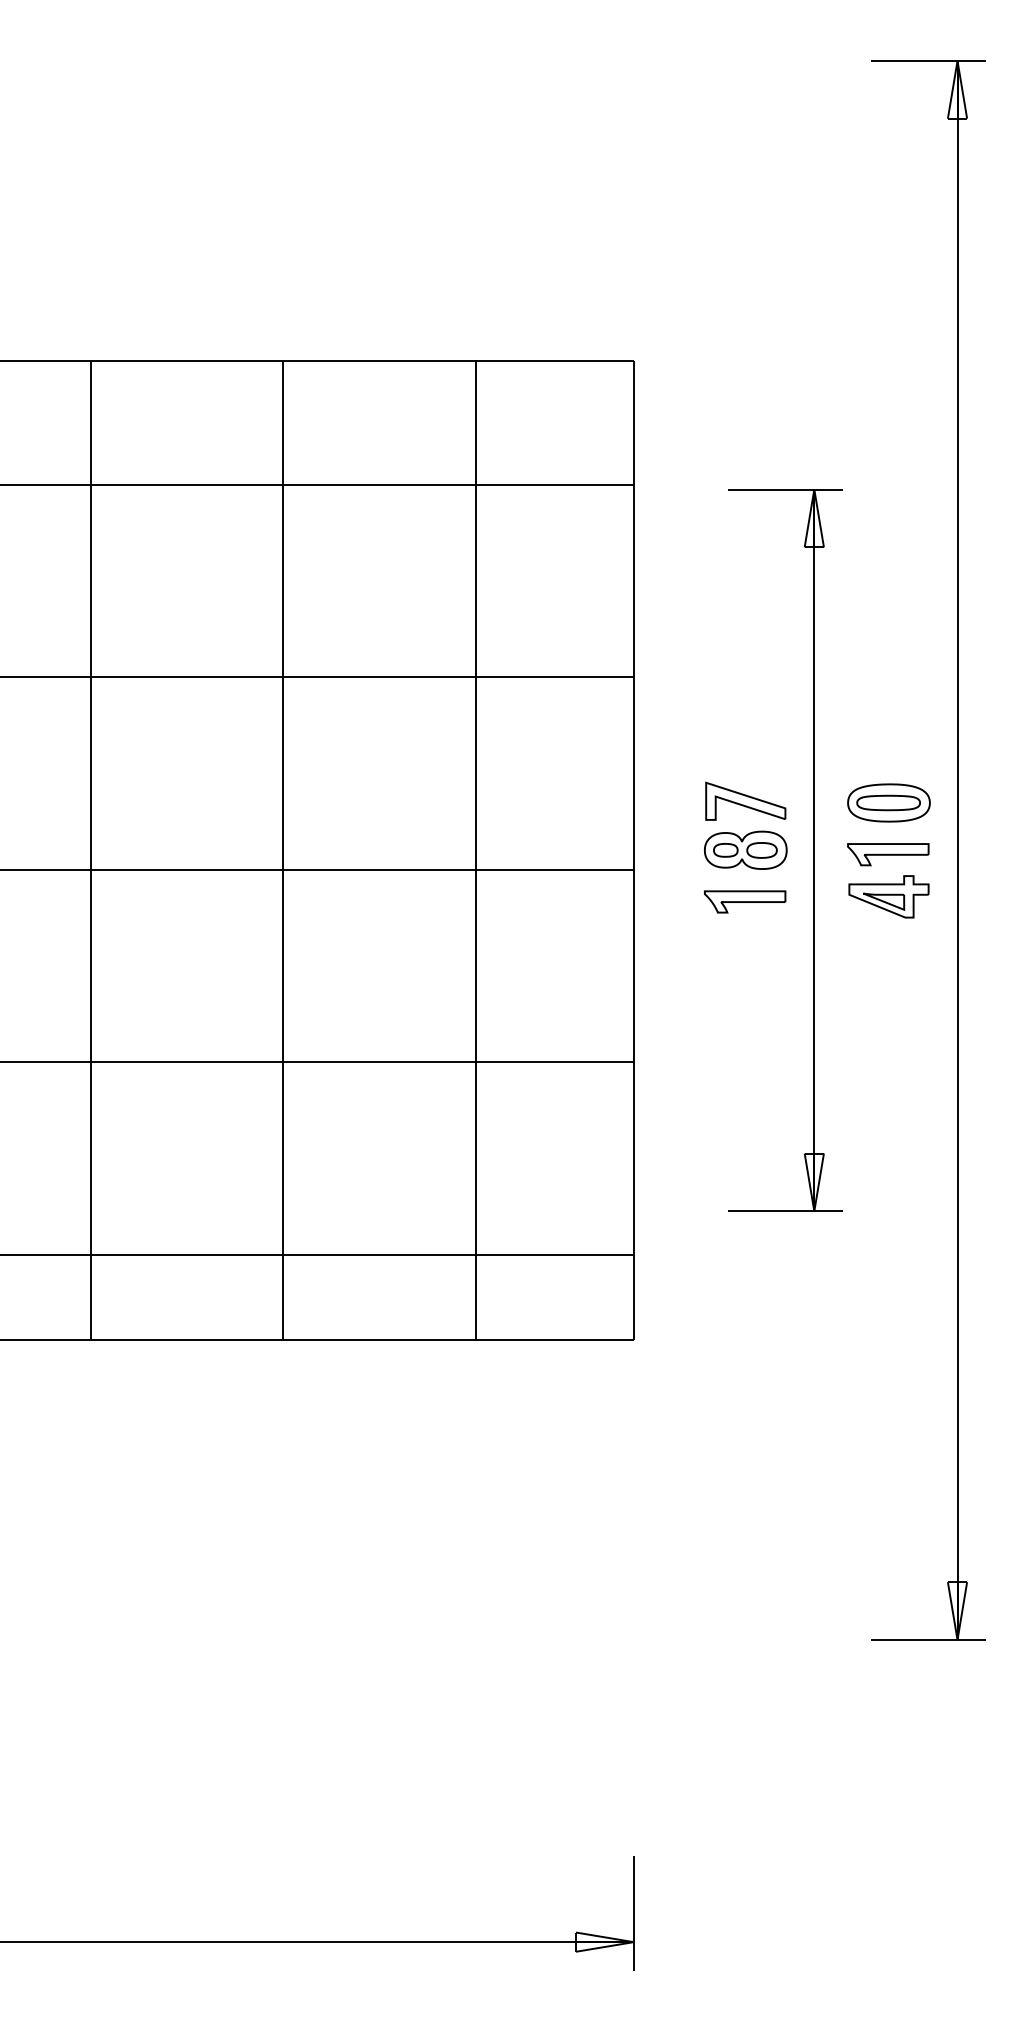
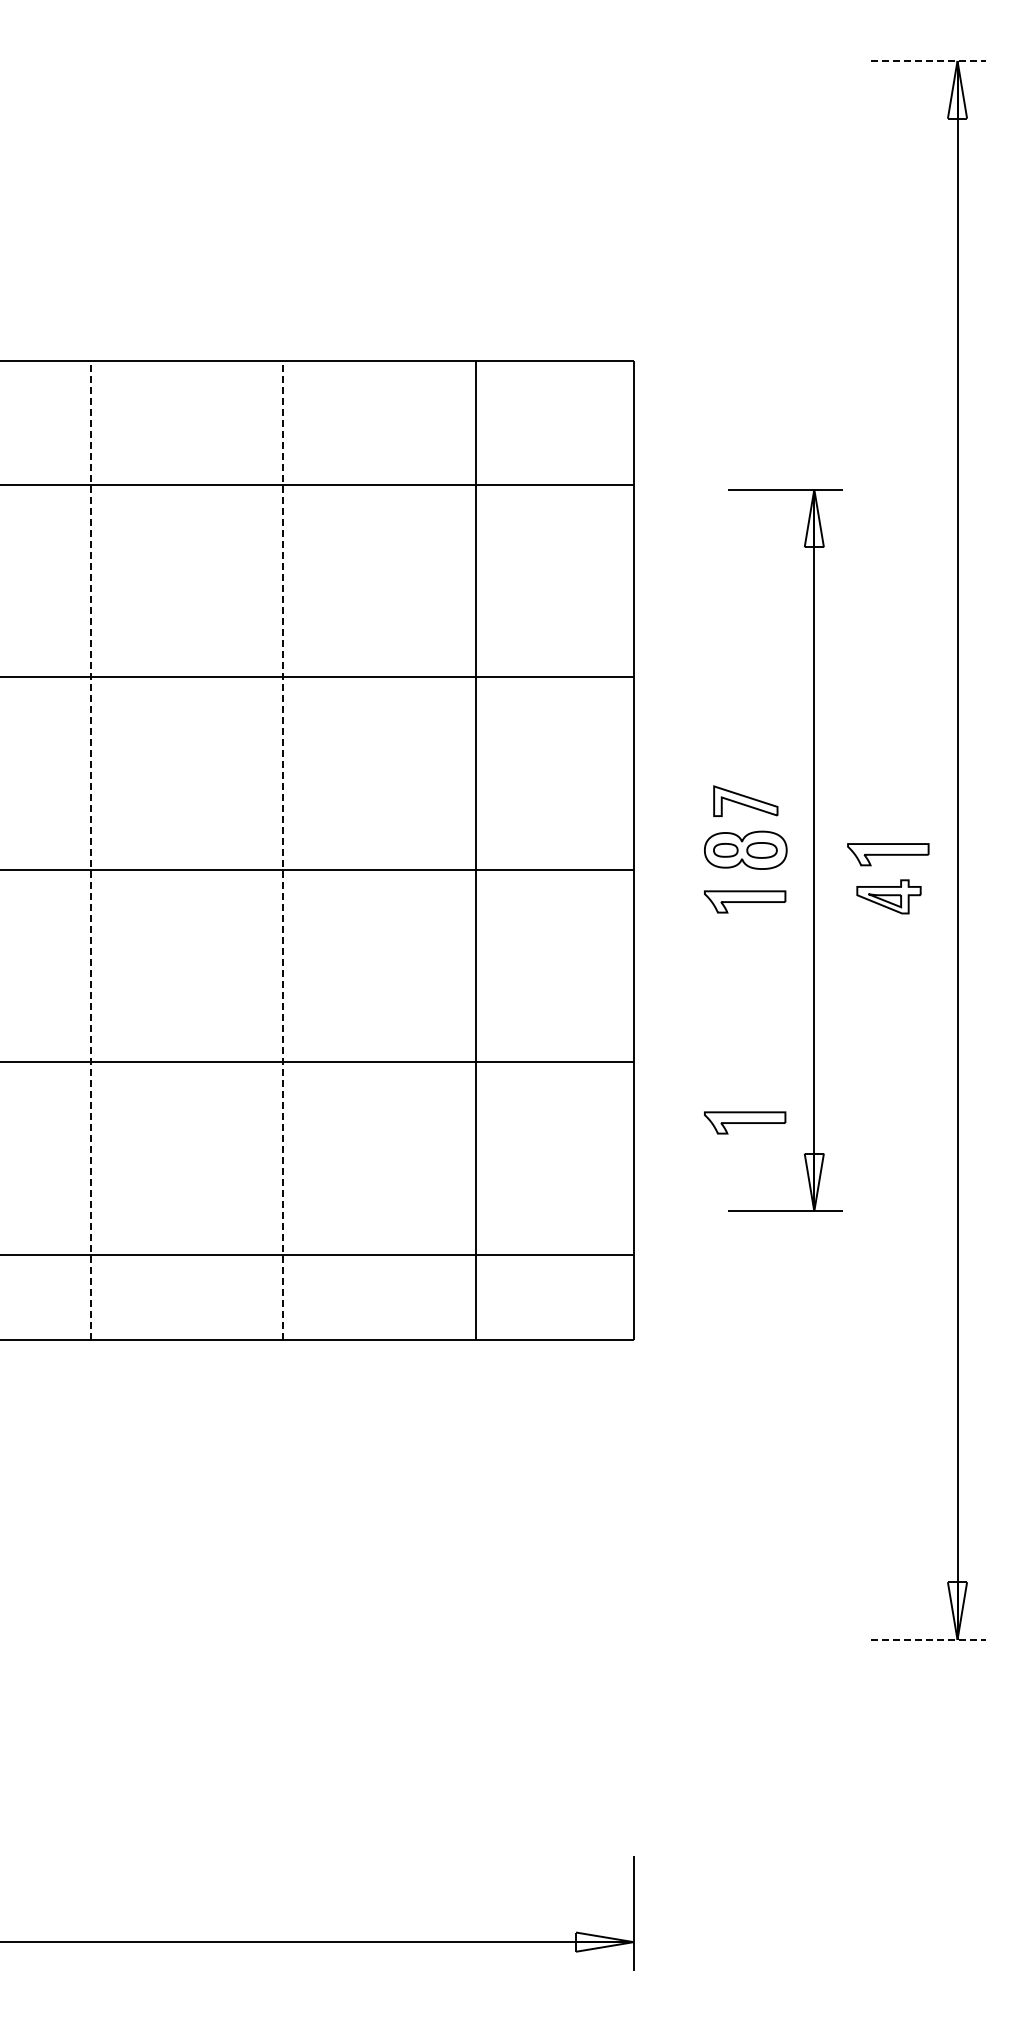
line at (928, 60): solid -> dashed
part at (745, 800) size: 82x40 px -> 66x32 px
part at (888, 802): present -> none
line at (90, 849): solid -> dashed
line at (283, 849): solid -> dashed
part at (888, 896) size: 82x44 px -> 66x36 px
part at (745, 1122): none -> present
line at (928, 1639): solid -> dashed
